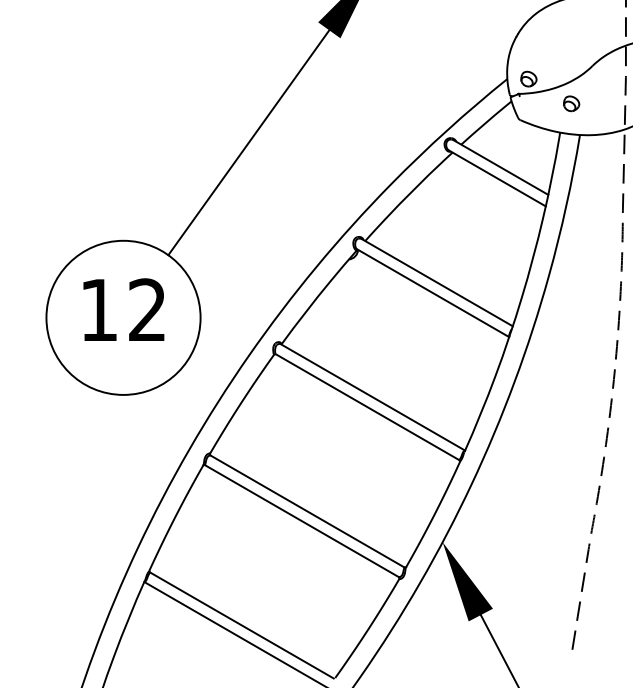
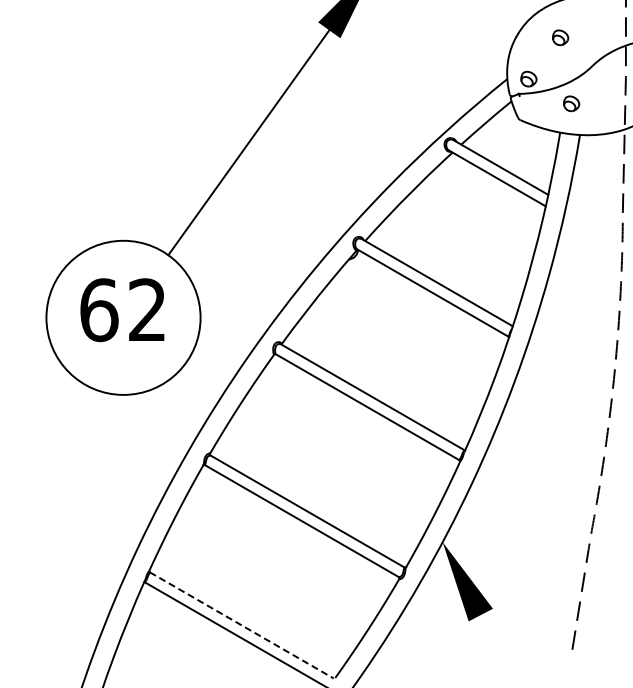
part at (560, 37): none -> present
text at (99, 310): 12 -> 62
line at (242, 625): solid -> dashed
line at (498, 649): present -> none
